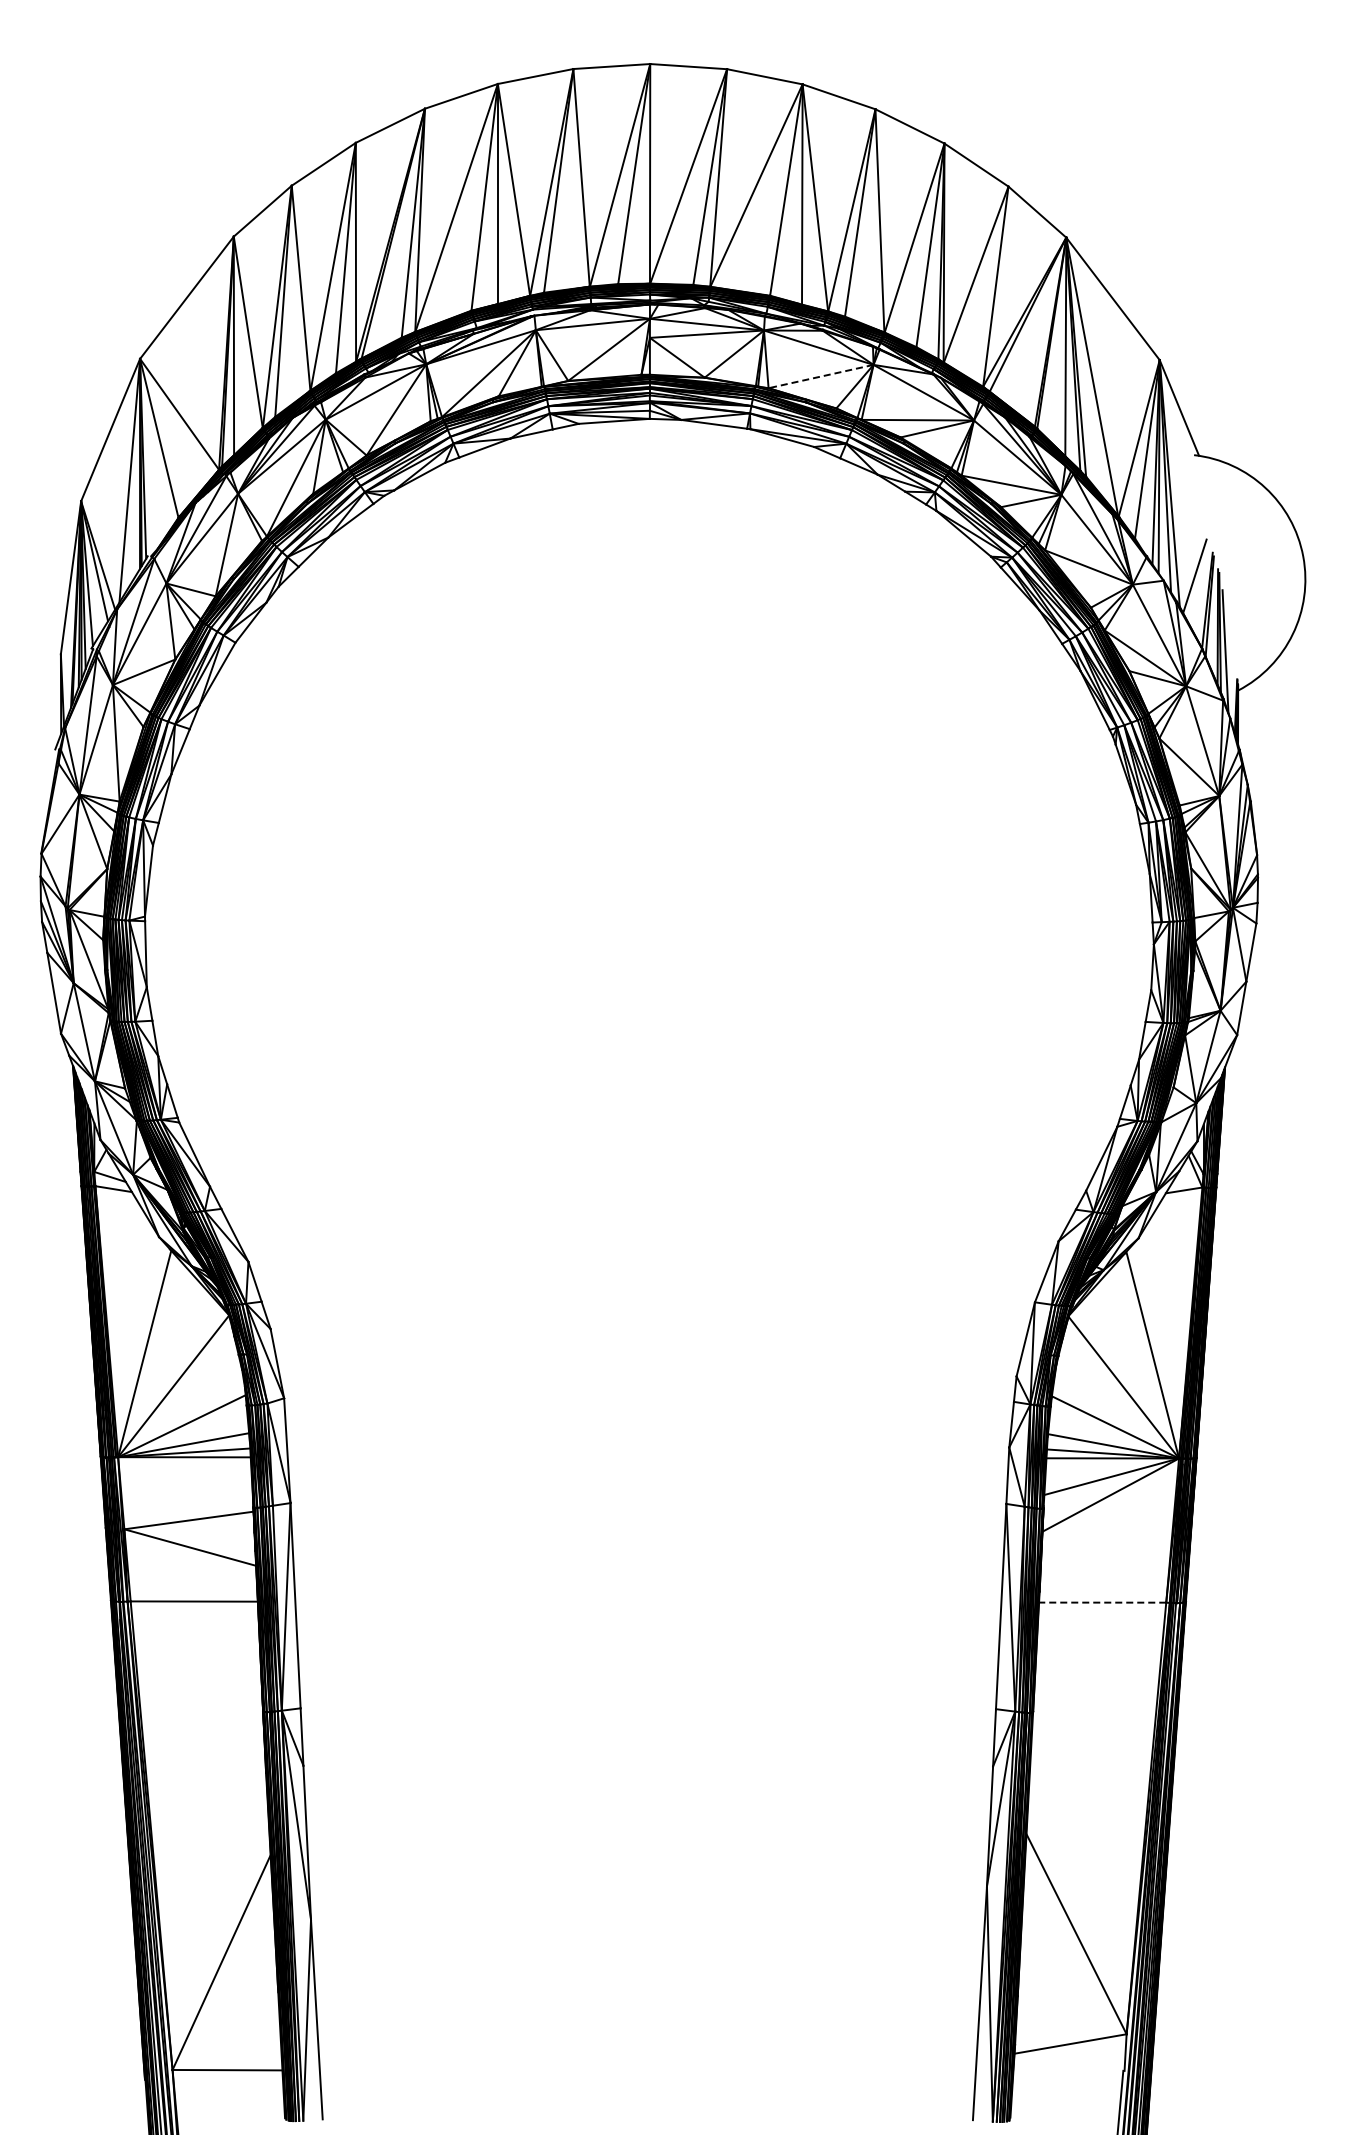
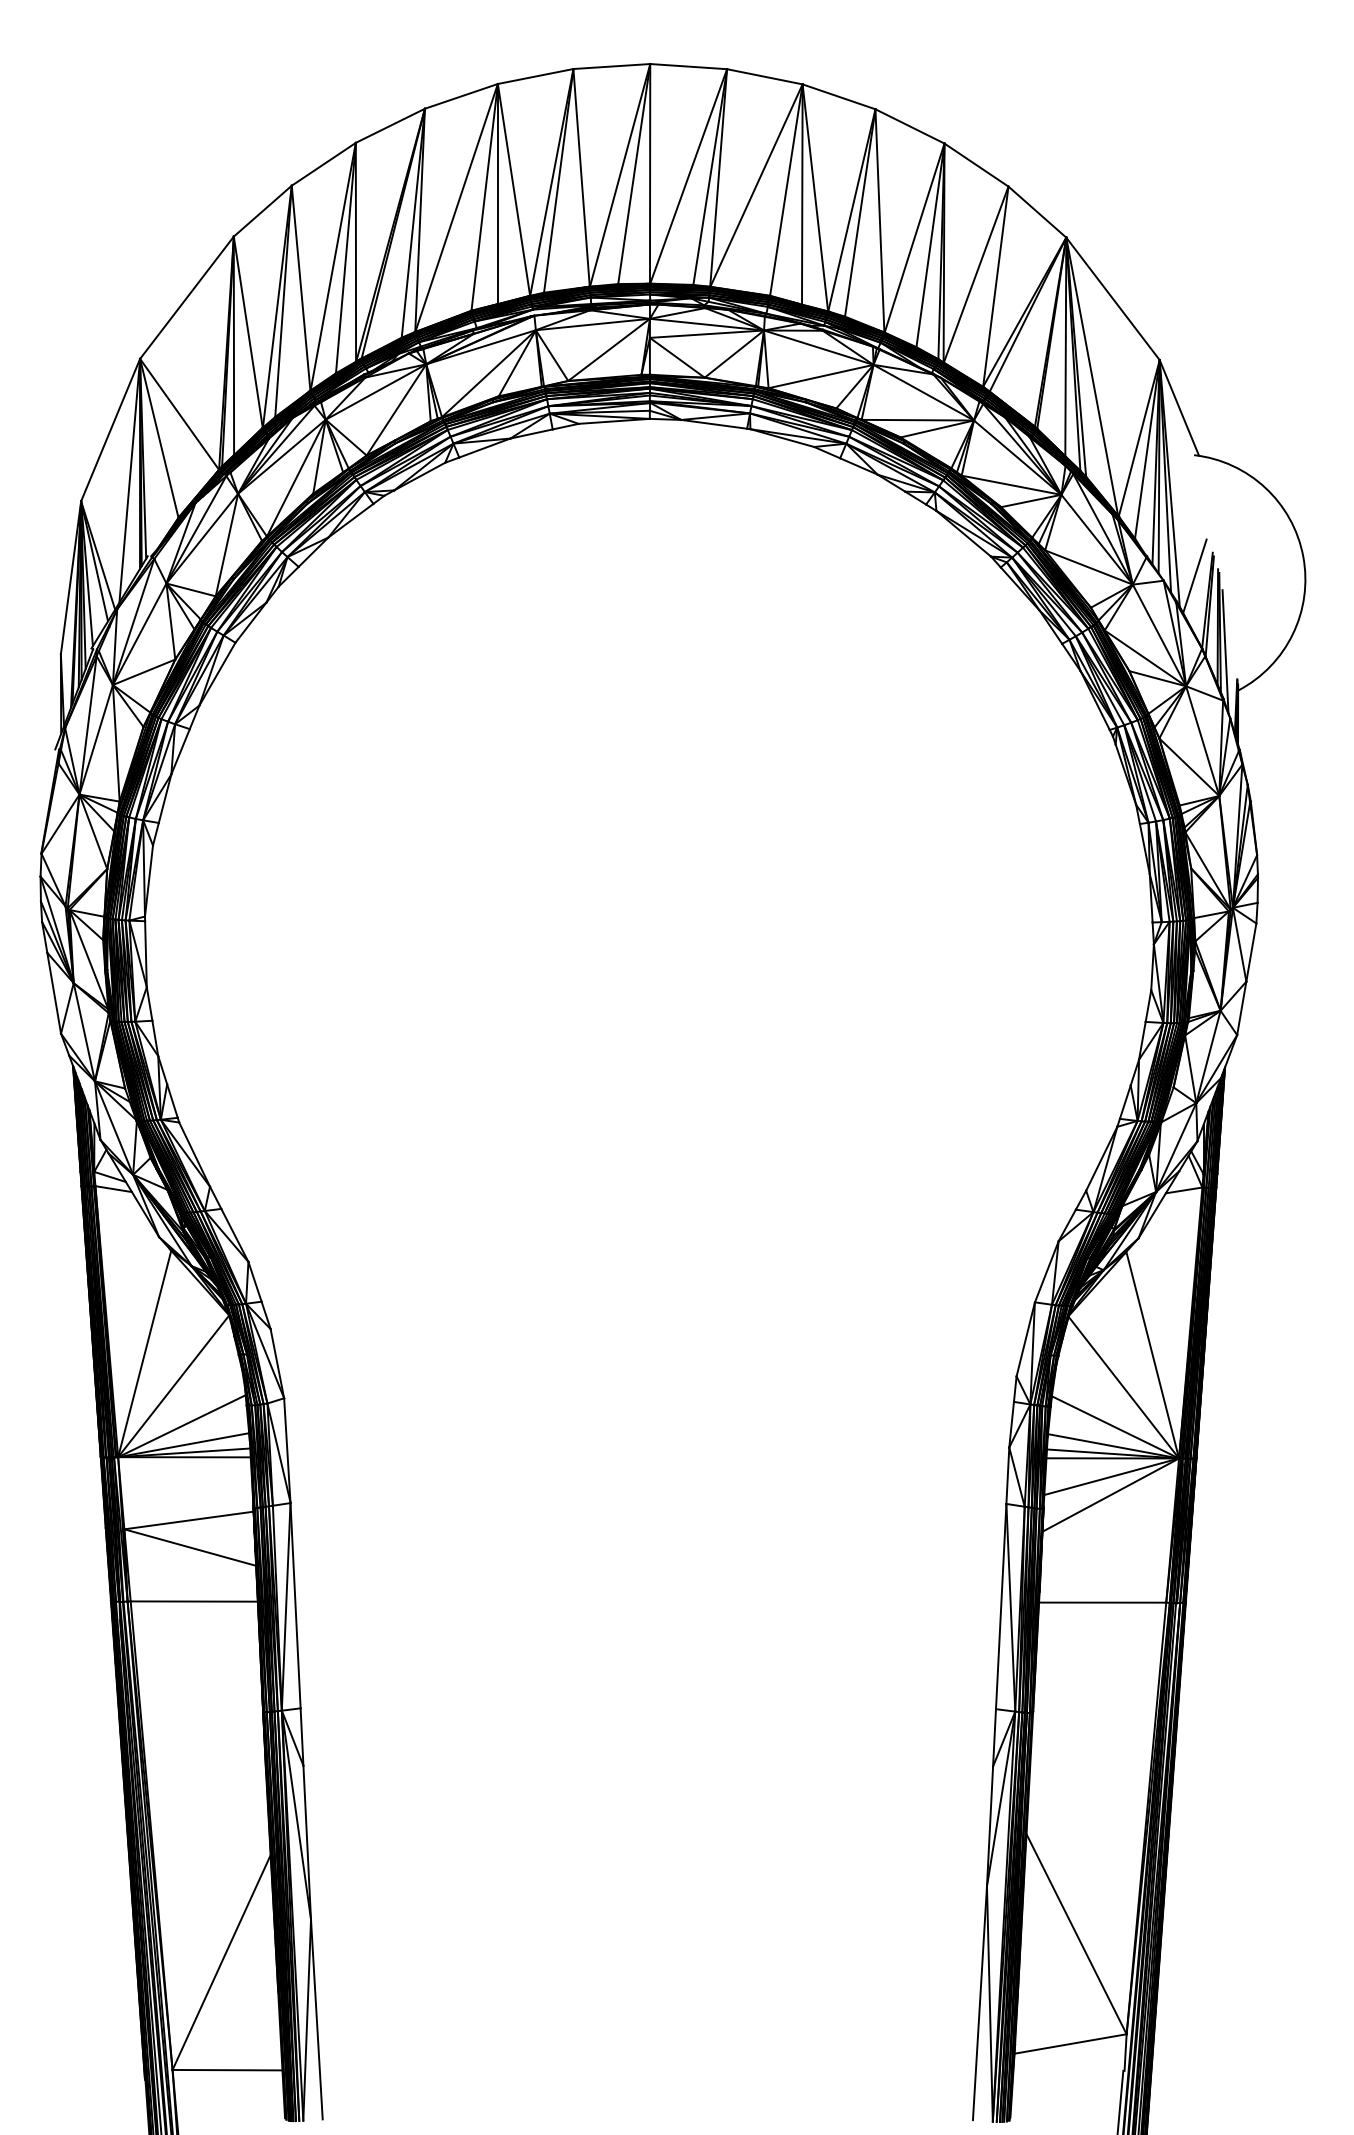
line at (821, 376): dashed -> solid
line at (1102, 1602): dashed -> solid
